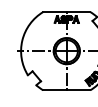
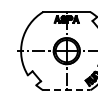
line at (66, 90): solid -> dashed
